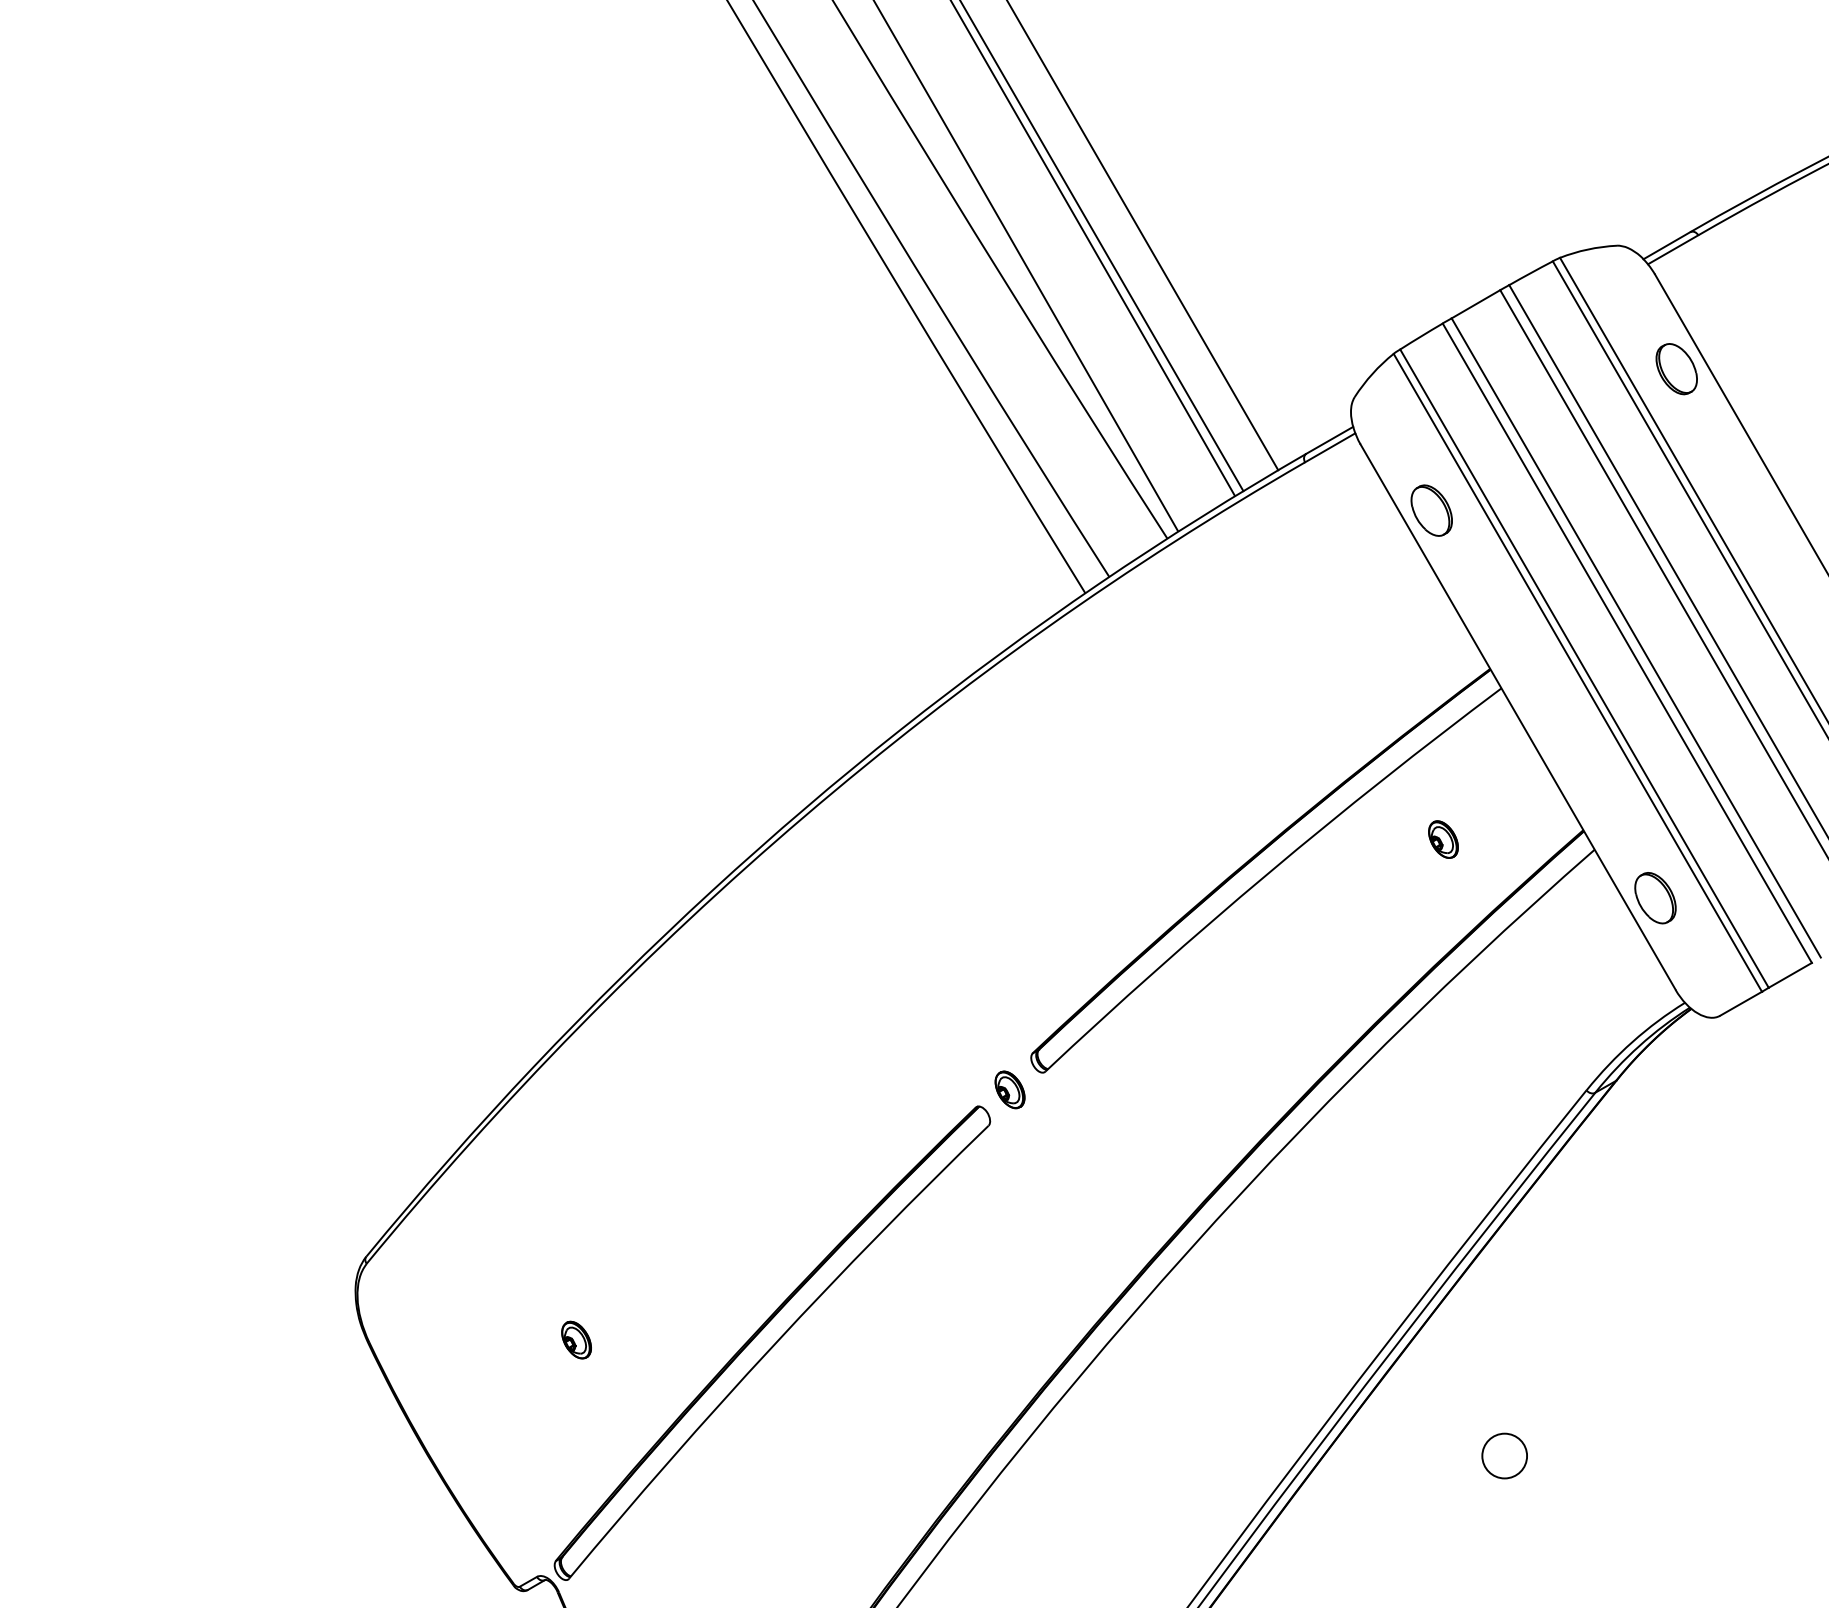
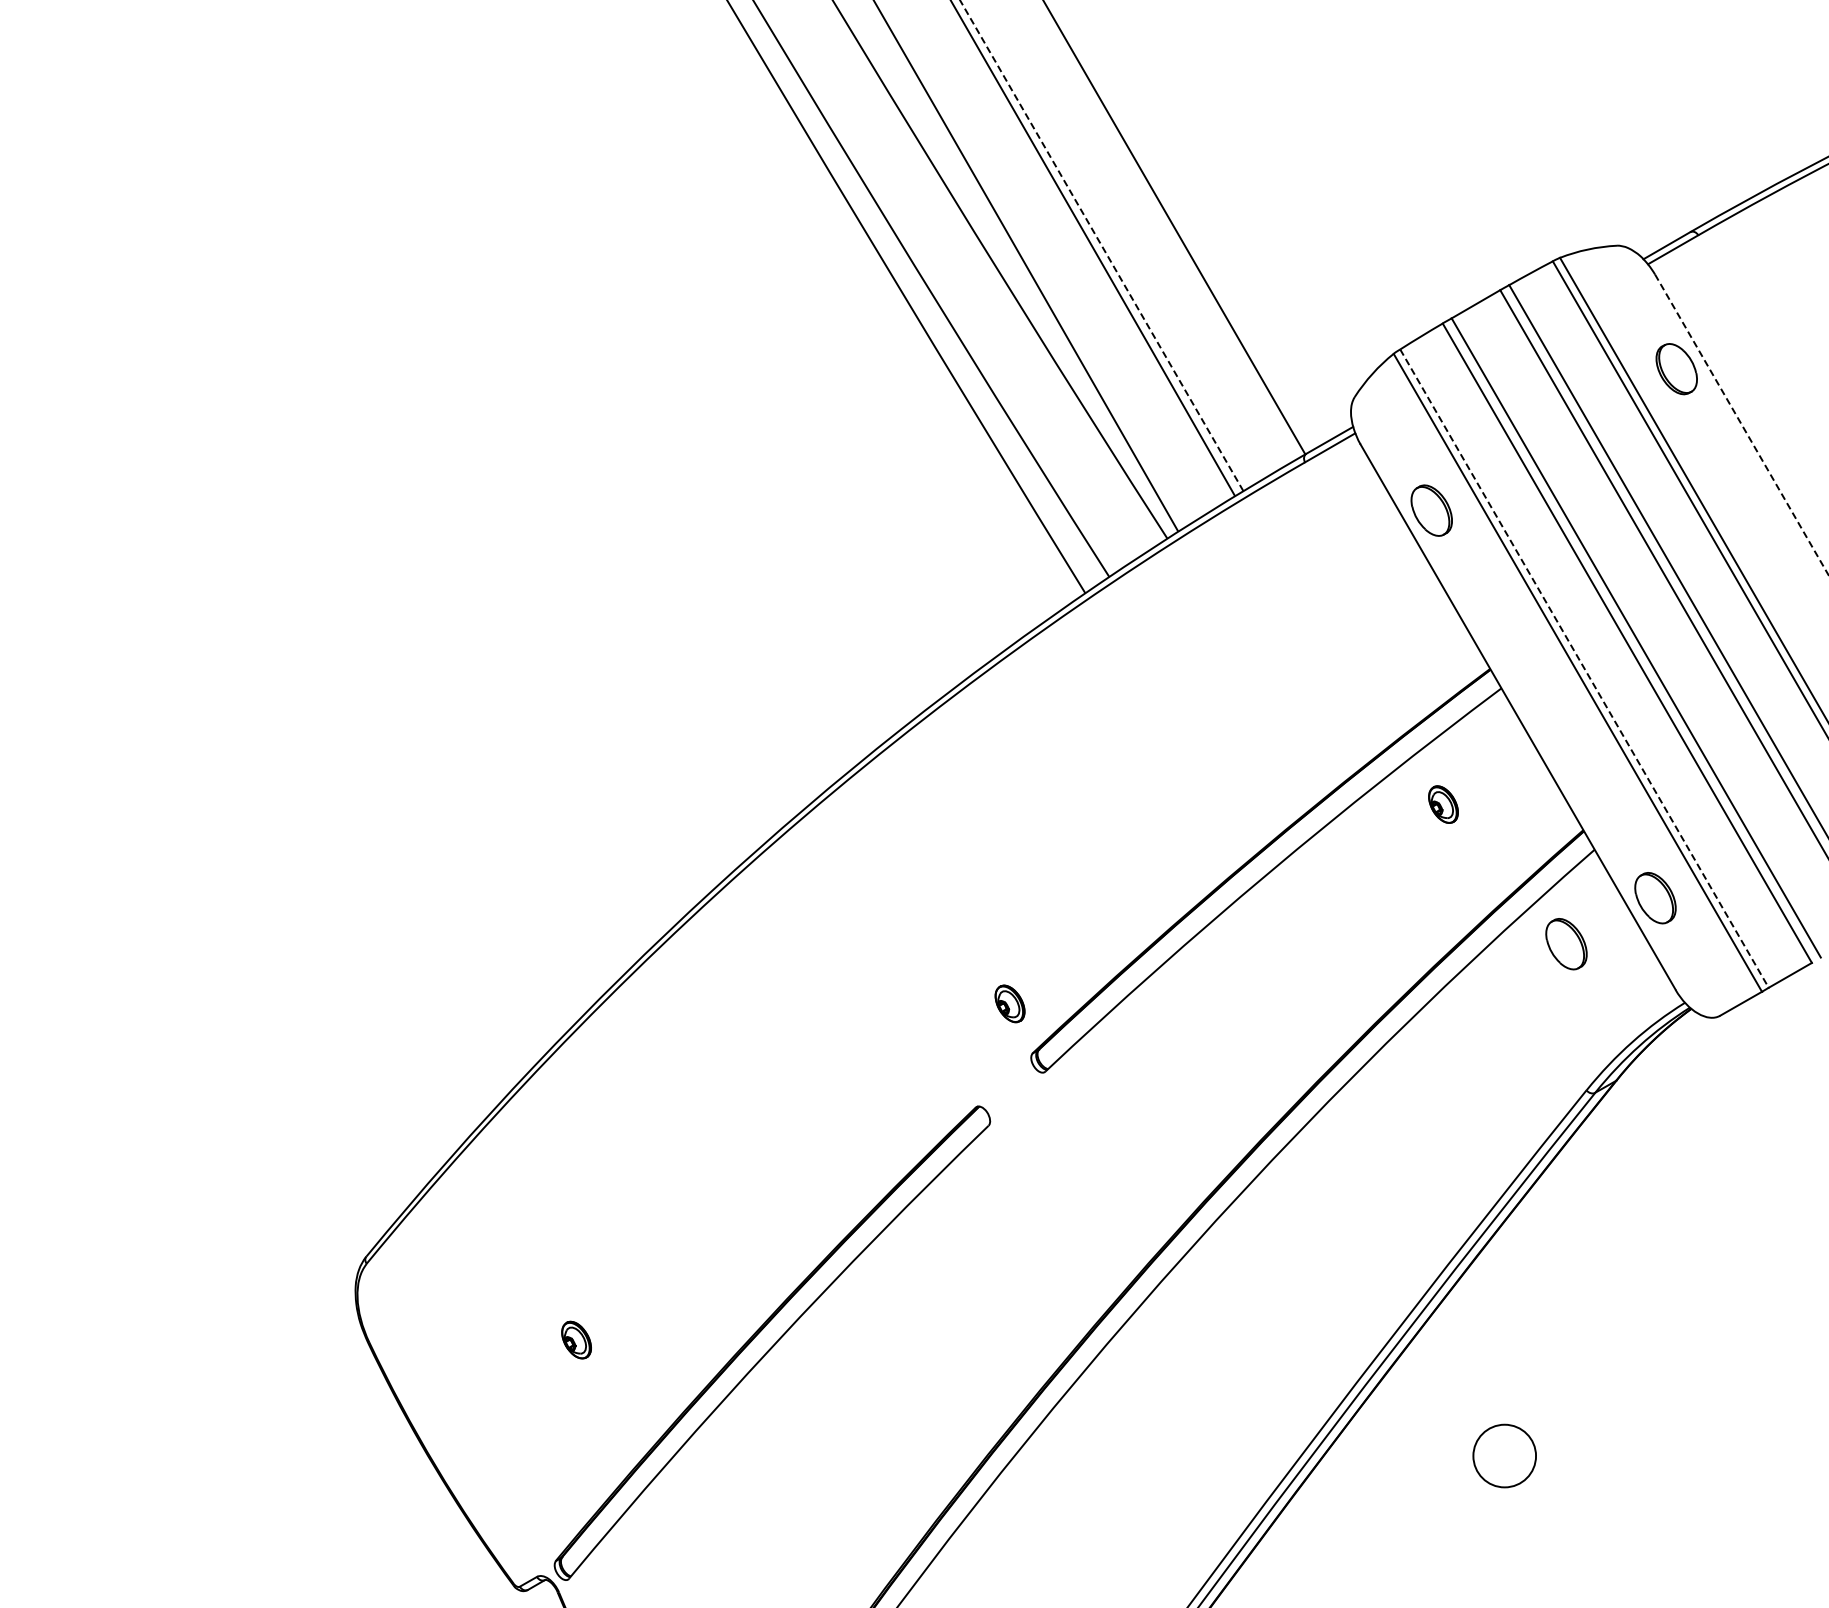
line at (1143, 236) position: (1143, 236) -> (1174, 228)
line at (1101, 245): solid -> dashed
line at (1742, 425): solid -> dashed
line at (1584, 668): solid -> dashed
part at (1443, 839) position: (1443, 839) -> (1443, 804)
part at (1566, 944): none -> present
part at (1009, 1089) position: (1009, 1089) -> (1009, 1003)
circle at (1504, 1455) diameter: 45 px -> 63 px
